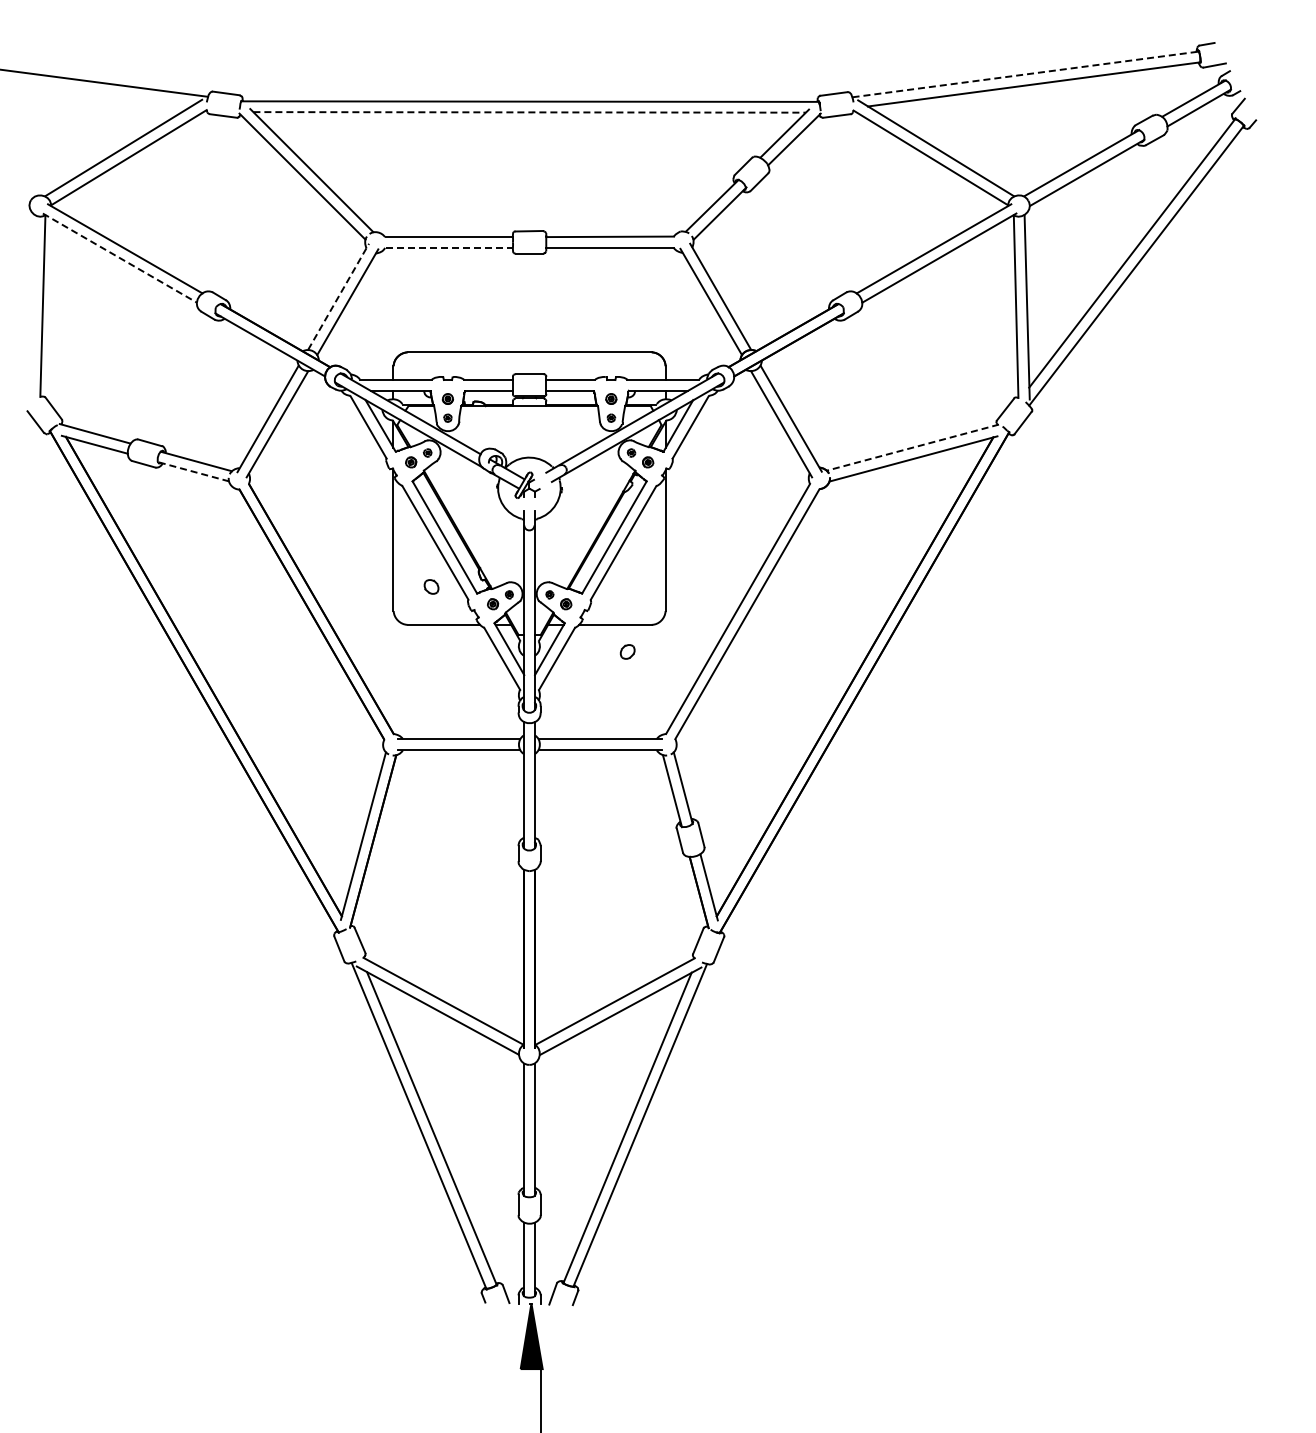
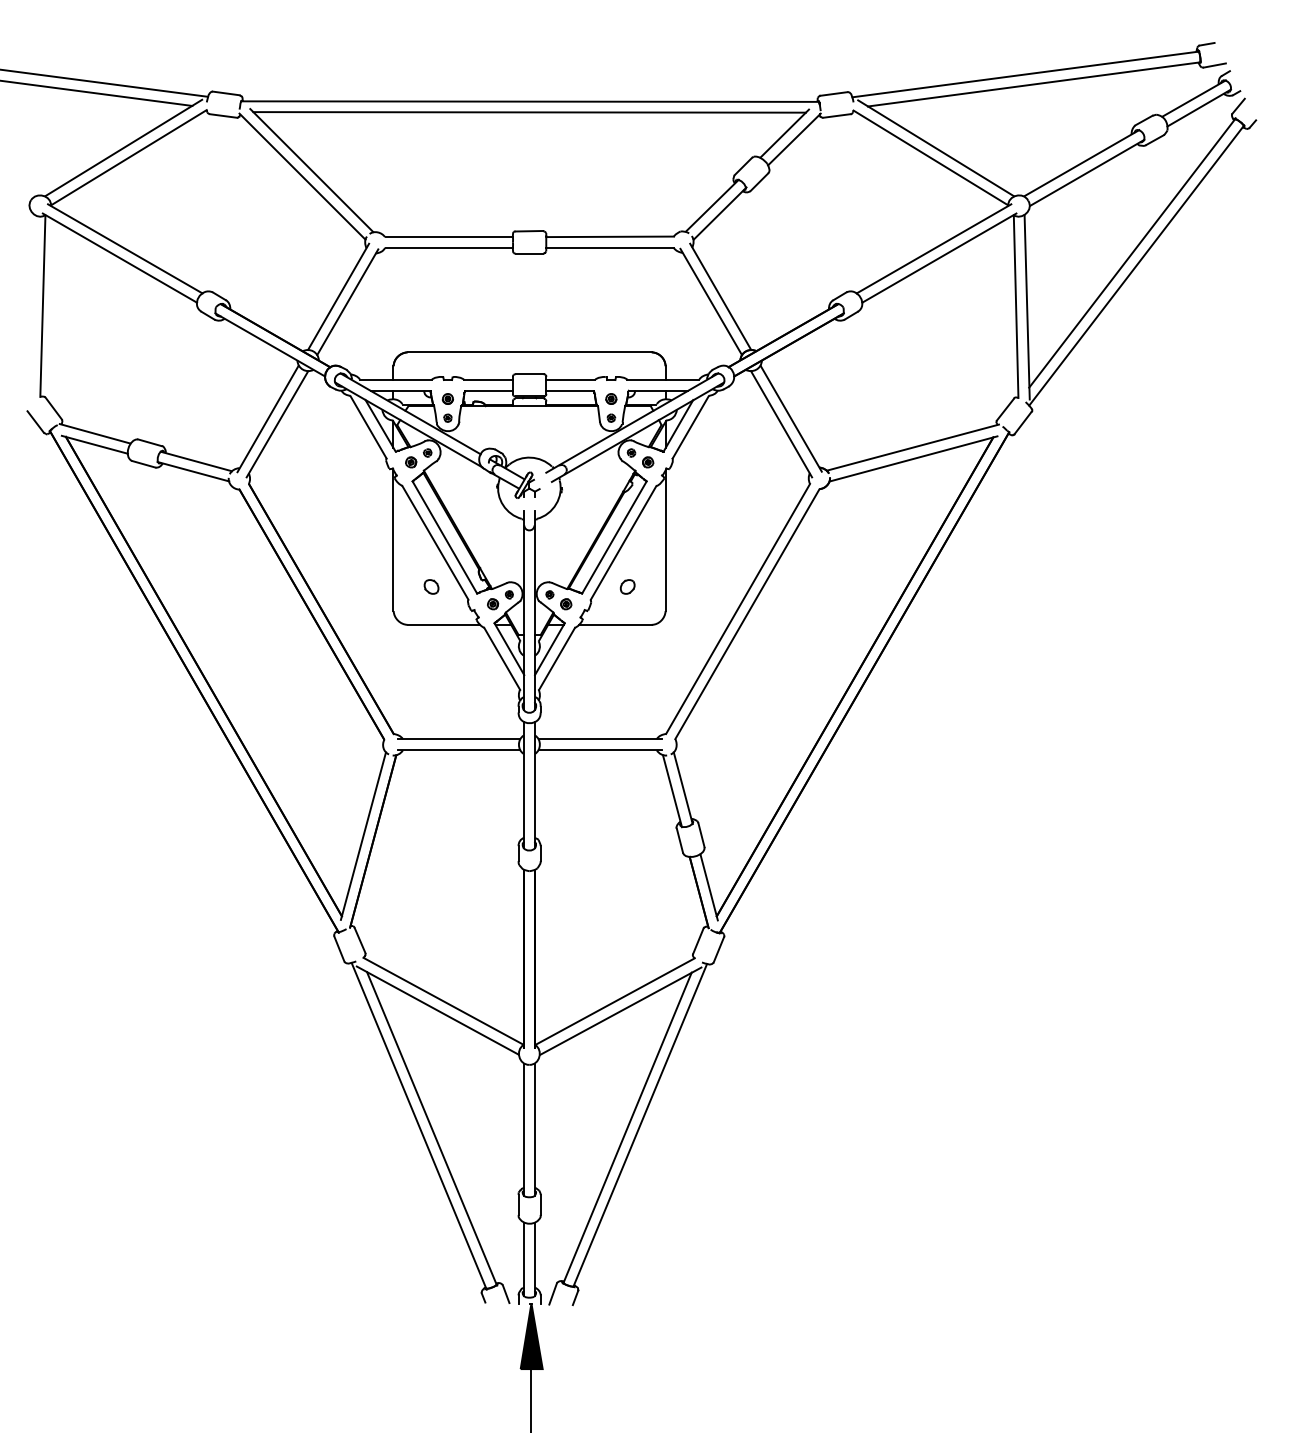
line at (1025, 74): dashed -> solid
line at (97, 93): none -> present
line at (530, 112): dashed -> solid
line at (449, 247): dashed -> solid
line at (120, 258): dashed -> solid
line at (338, 296): dashed -> solid
line at (912, 447): dashed -> solid
line at (192, 471): dashed -> solid
part at (627, 651) position: (627, 651) -> (627, 586)
line at (541, 1399) position: (541, 1399) -> (531, 1399)
